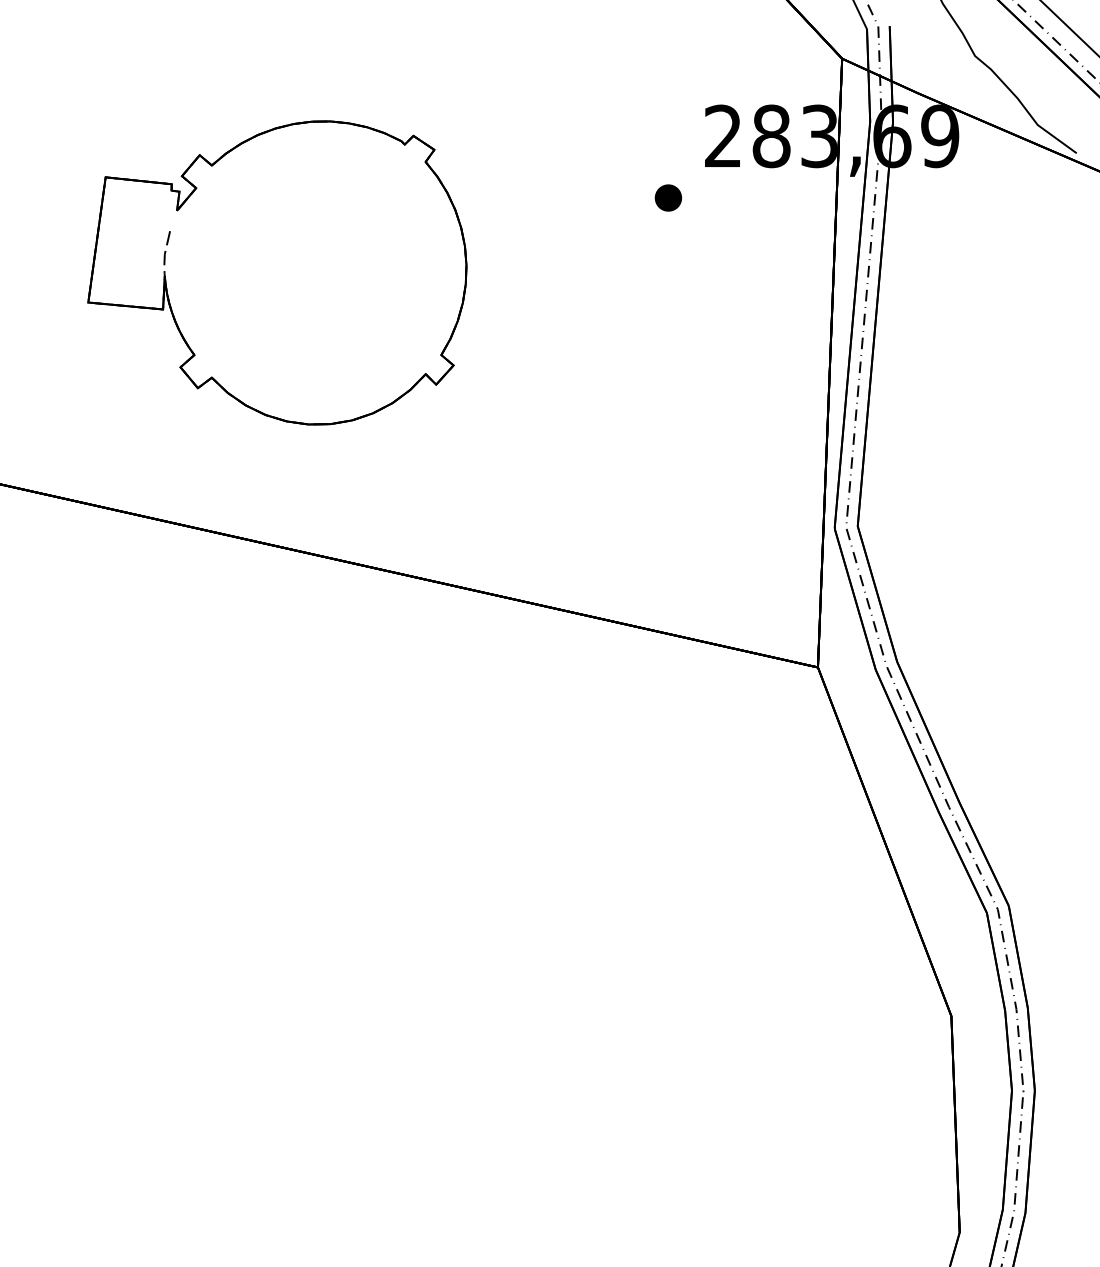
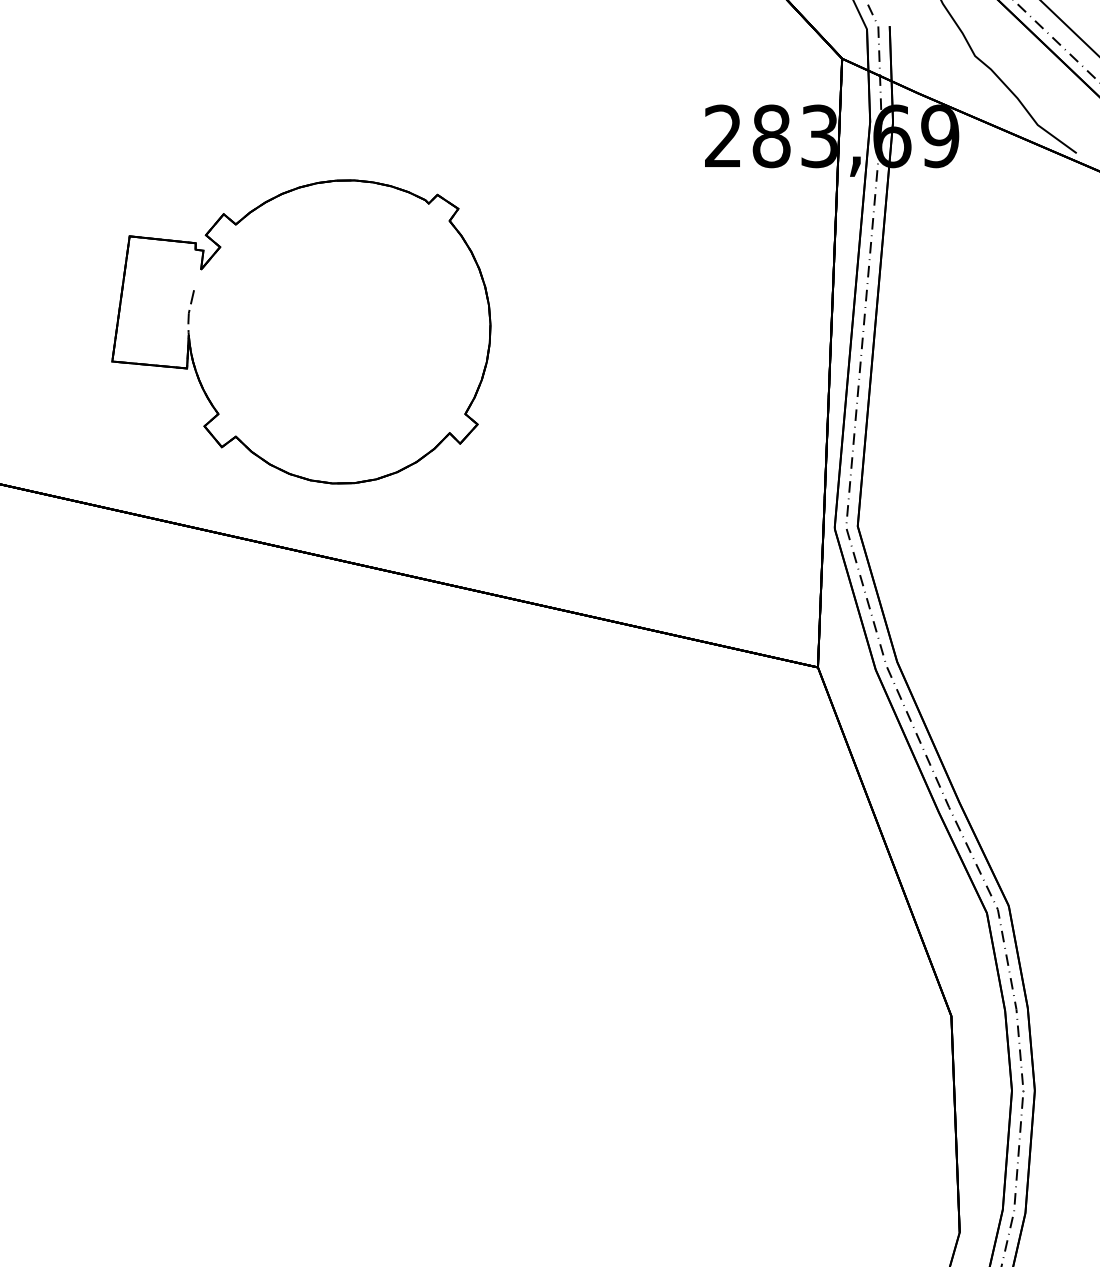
part at (667, 197): present -> none
part at (277, 272) position: (277, 272) -> (301, 331)
